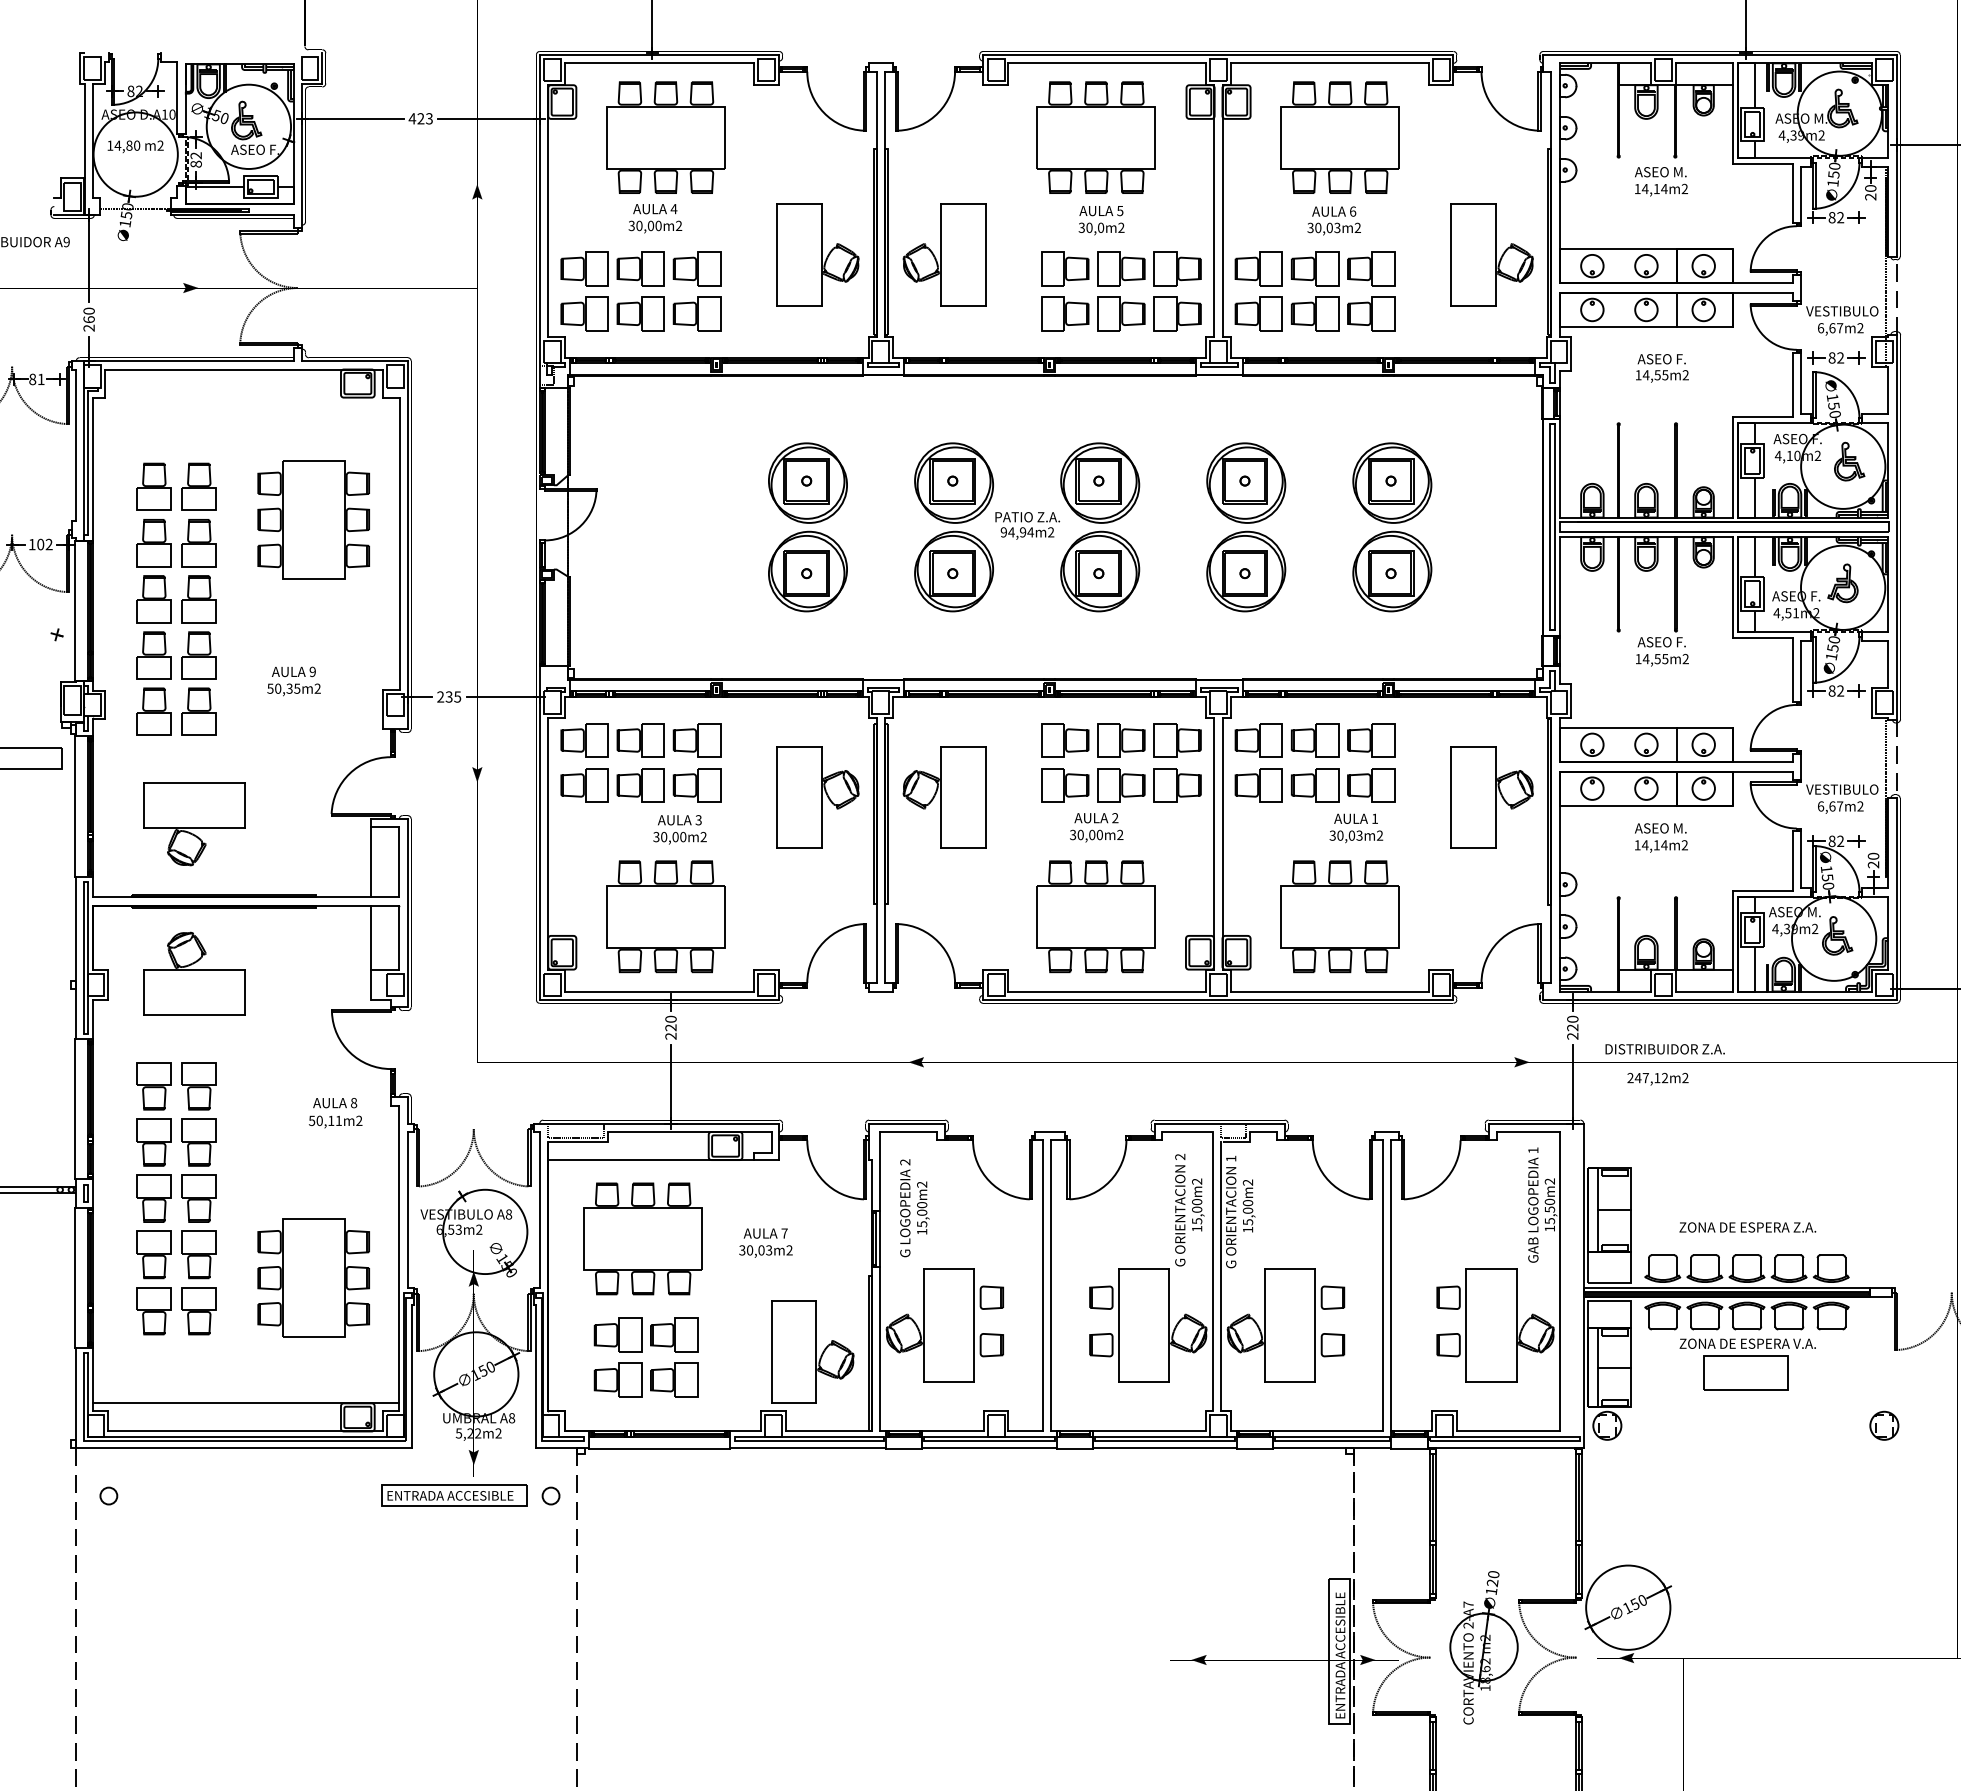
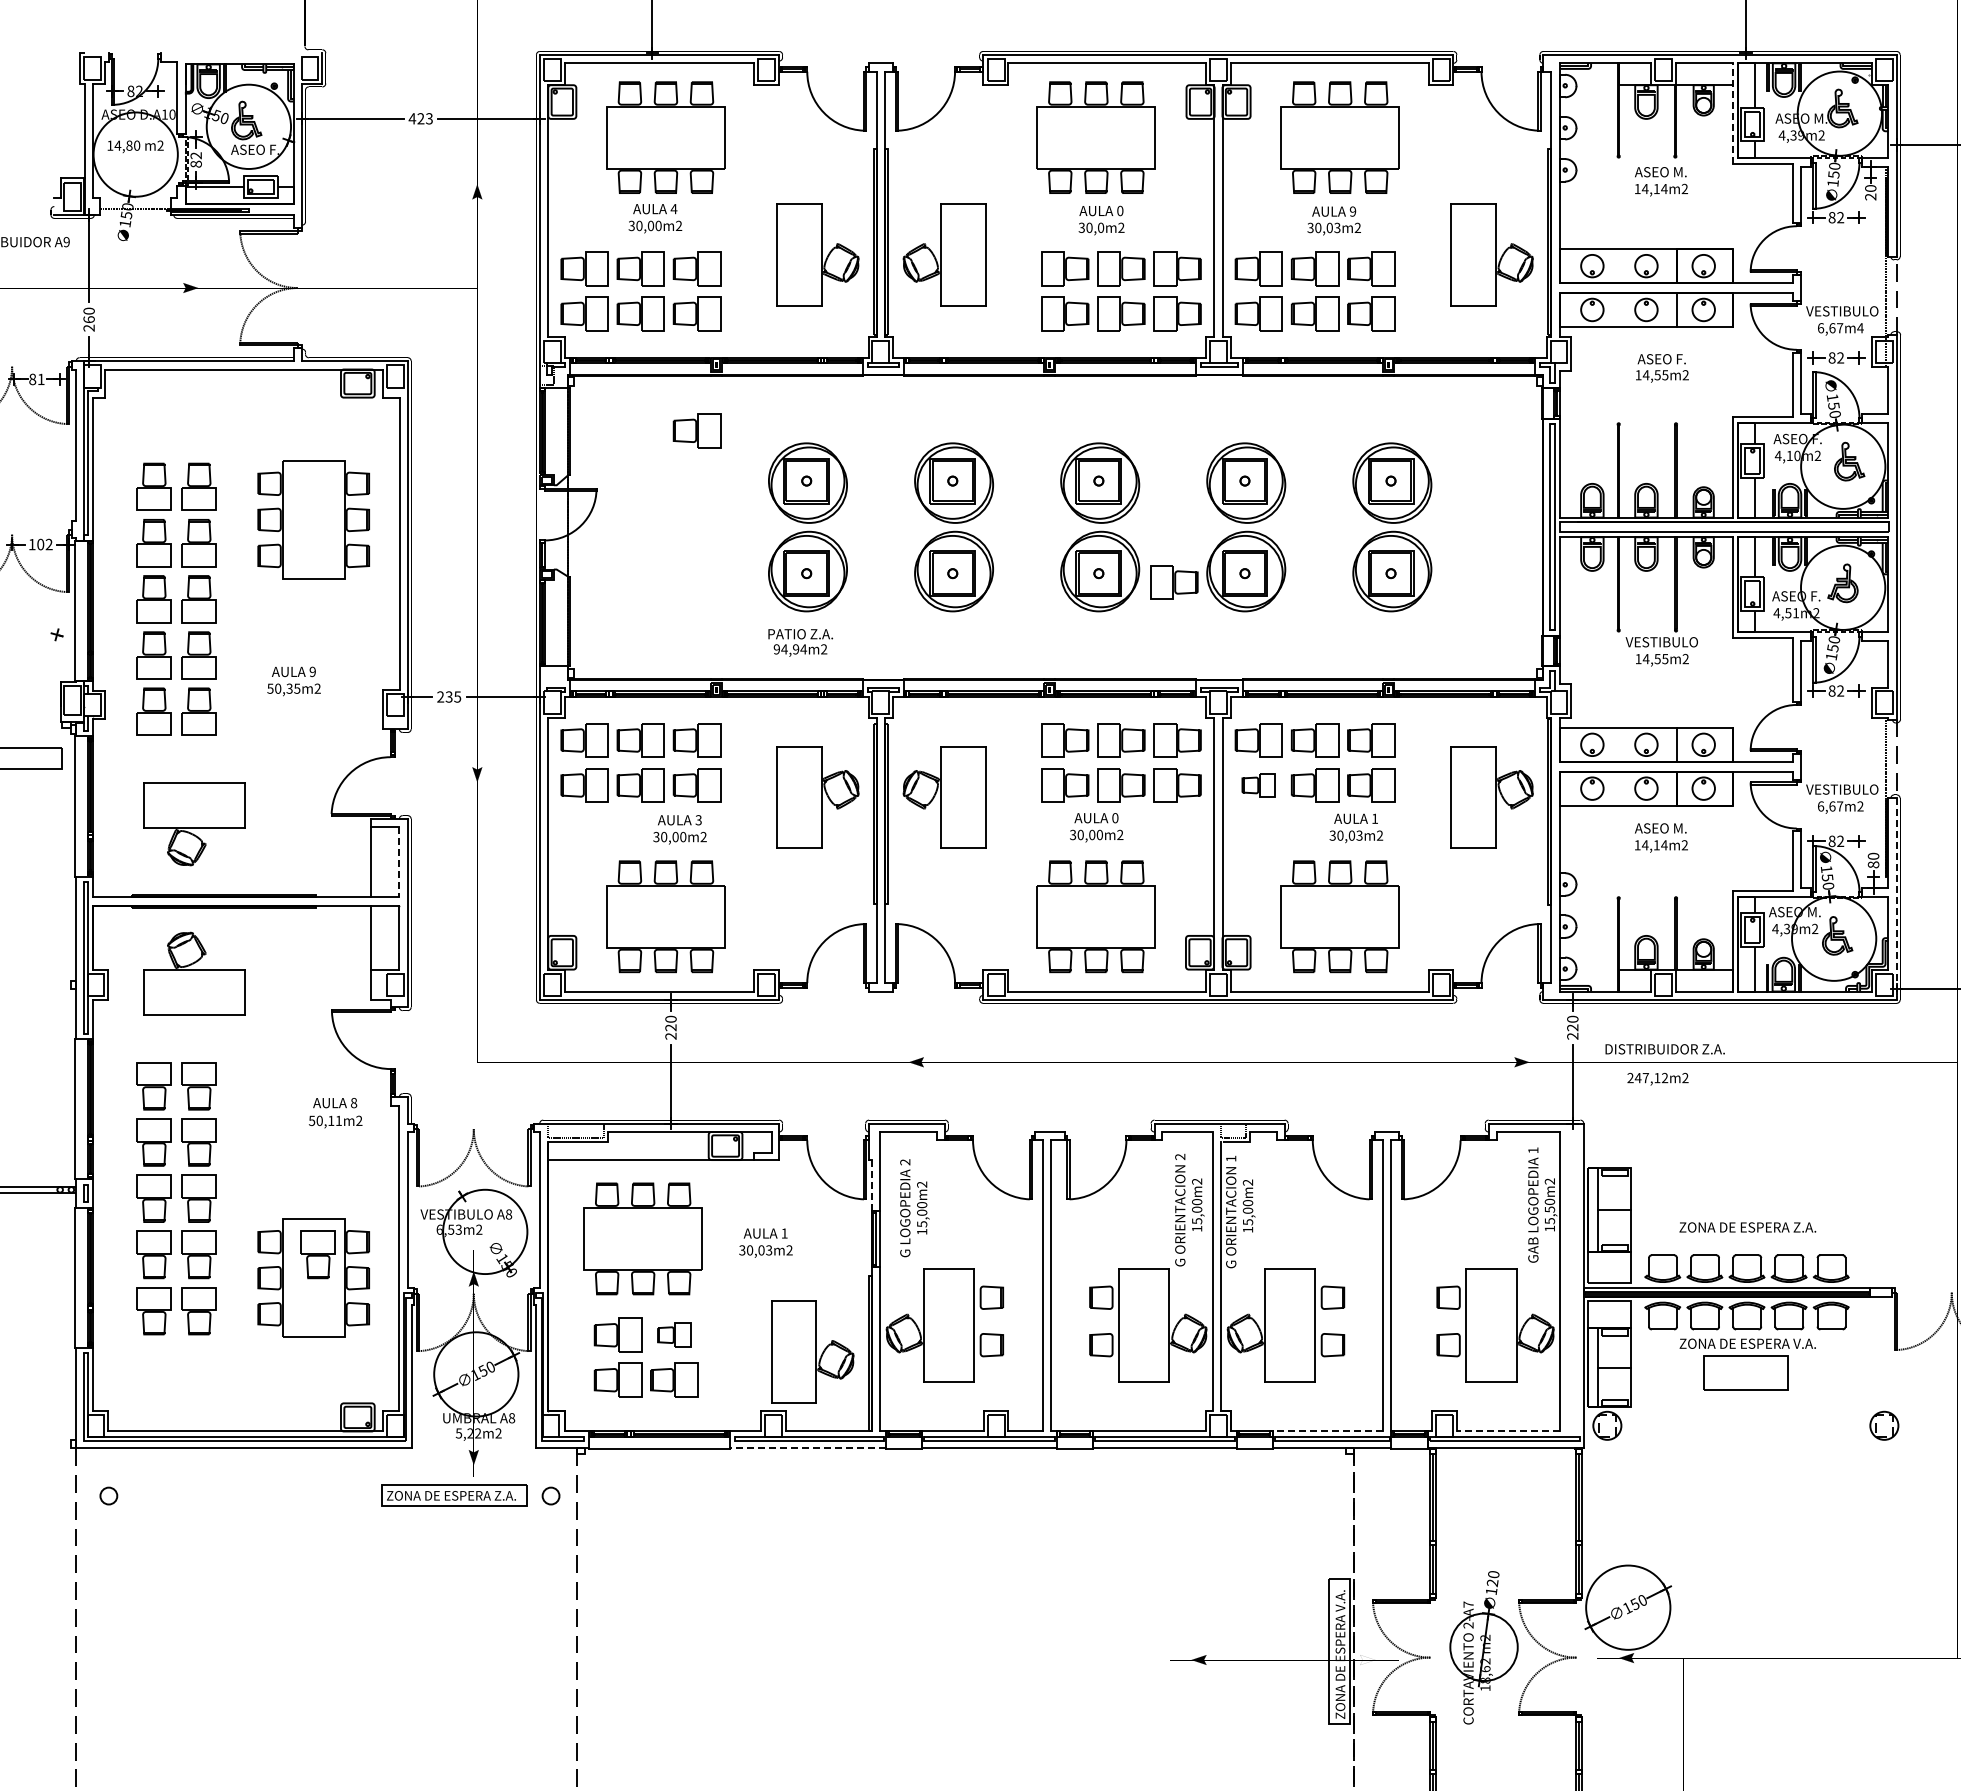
line at (1732, 113): solid -> dashed
text at (1120, 210): 5 -> 0
text at (1352, 211): 6 -> 9
text at (1860, 328): 6,67m2 -> 6,67m4
part at (696, 430): none -> present
text at (1027, 525) position: (1027, 525) -> (800, 642)
part at (1174, 582): none -> present
text at (1661, 642): ASEO F. -> VESTIBULO
part at (1258, 785) size: 49x35 px -> 35x25 px
text at (1115, 818): 2 -> 0
line at (399, 862): solid -> dashed
text at (1873, 864): 20 -> 80
line at (1896, 899): solid -> dashed
line at (871, 1185): solid -> dashed
text at (784, 1233): 7 -> 1
part at (317, 1254): none -> present
part at (674, 1334) size: 49x36 px -> 35x26 px
line at (246, 1403): present -> none
line at (1328, 1431): solid -> dashed
line at (1508, 1431): solid -> dashed
line at (807, 1448): solid -> dashed
text at (451, 1495): ENTRADA ACCESIBLE -> ZONA DE ESPERA Z.A.
text at (1340, 1654): ENTRADA ACCESIBLE -> ZONA DE ESPERA V.A.
fill at (1367, 1659): present -> none
